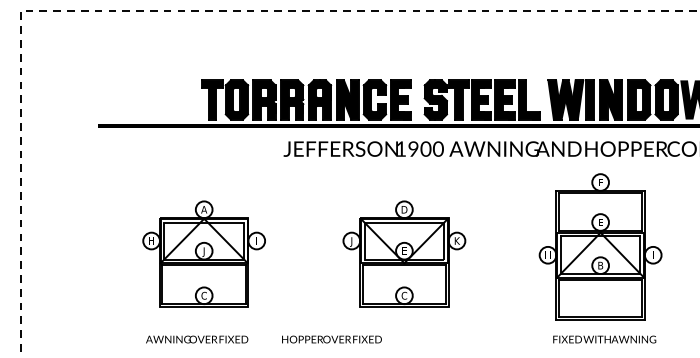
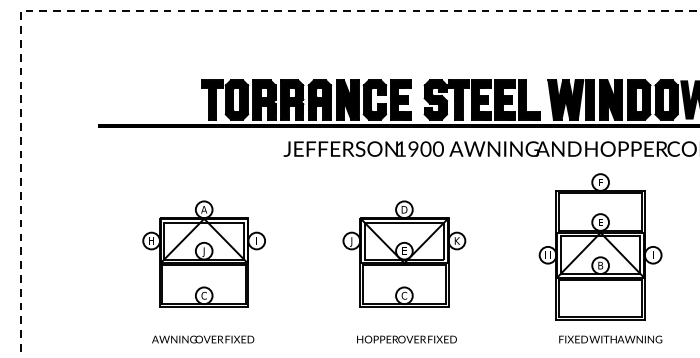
text at (197, 339) position: (197, 339) -> (203, 339)
text at (331, 339) position: (331, 339) -> (406, 339)
text at (604, 339) position: (604, 339) -> (610, 339)
